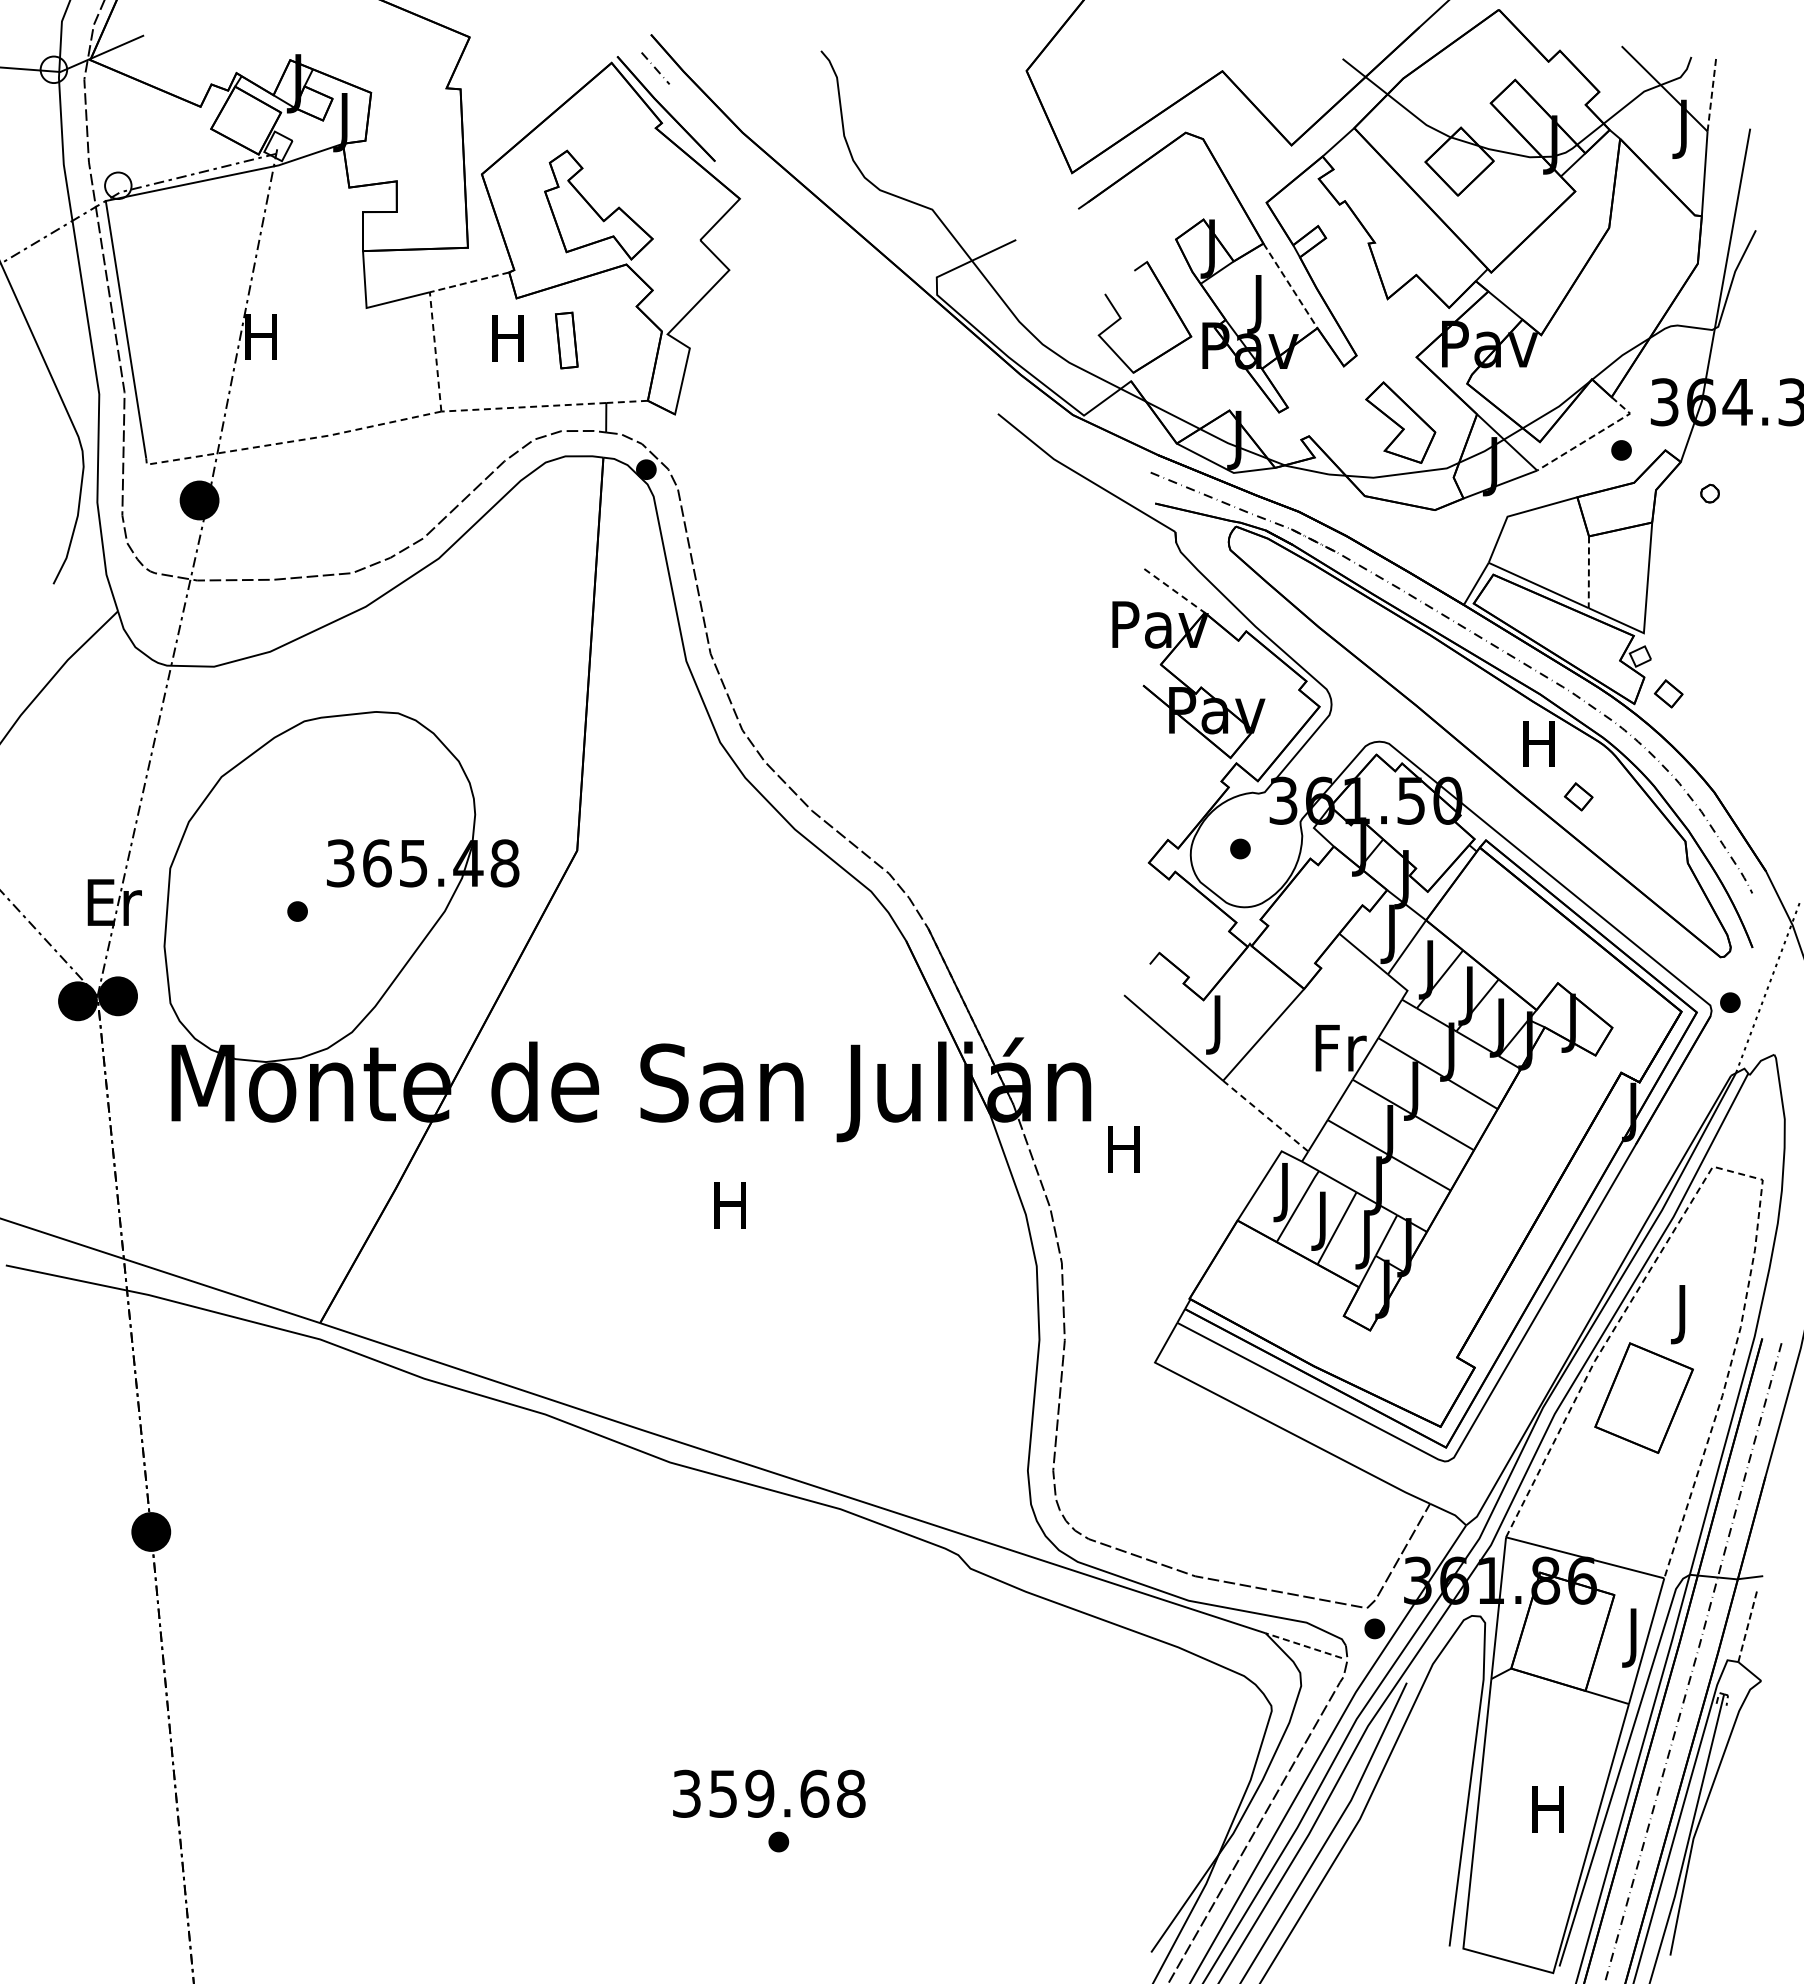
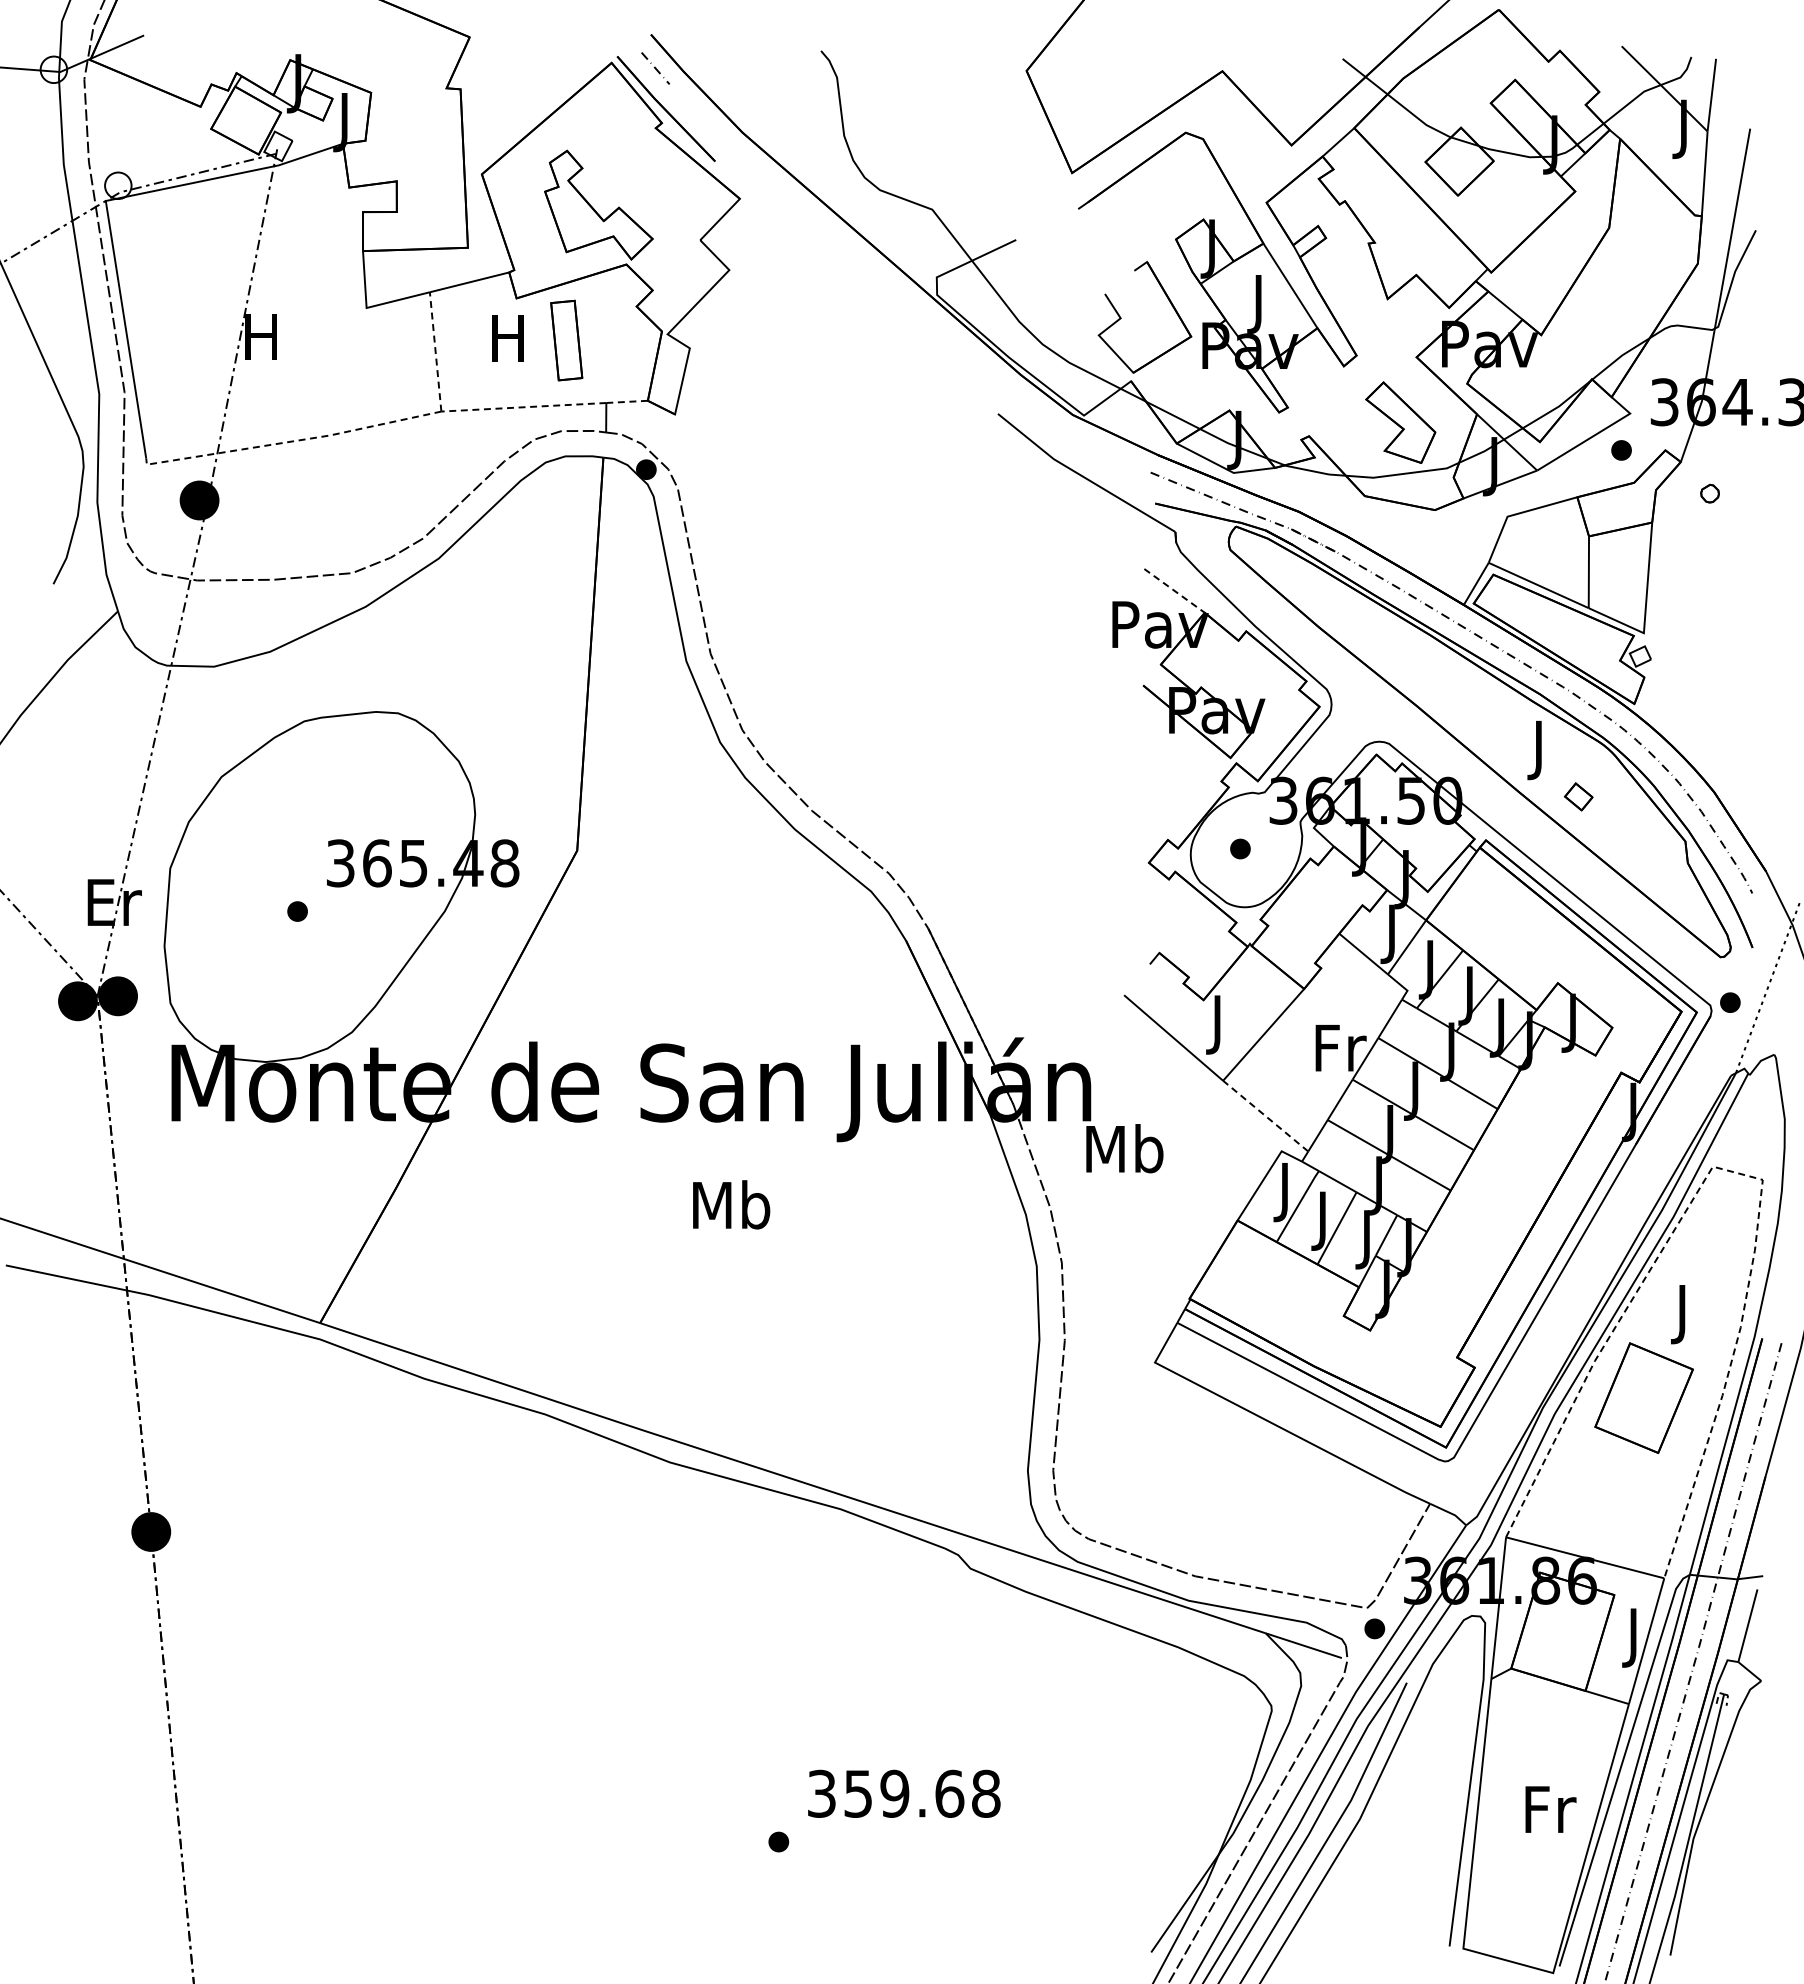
line at (1711, 95): dashed -> solid
line at (469, 282): dashed -> solid
line at (1290, 286): dashed -> solid
part at (566, 340) size: 24x59 px -> 34x83 px
line at (1594, 435): dashed -> solid
line at (1588, 572): dashed -> solid
part at (1668, 693): present -> none
text at (1538, 750): H -> J
text at (1124, 1148): H -> Mb
text at (731, 1204): H -> Mb
line at (1747, 1625): dashed -> solid
line at (1303, 1645): dashed -> solid
text at (769, 1793) position: (769, 1793) -> (904, 1793)
text at (1550, 1809): H -> Fr
